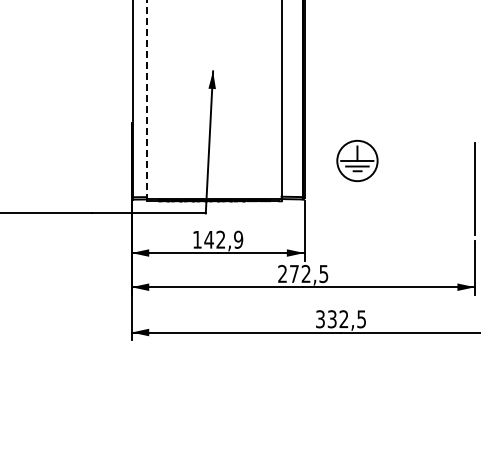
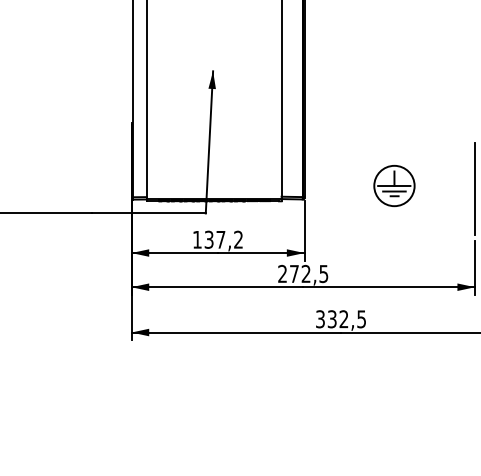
line at (146, 100): dashed -> solid
part at (357, 161) position: (357, 161) -> (394, 186)
text at (223, 239): 142,9 -> 137,2
